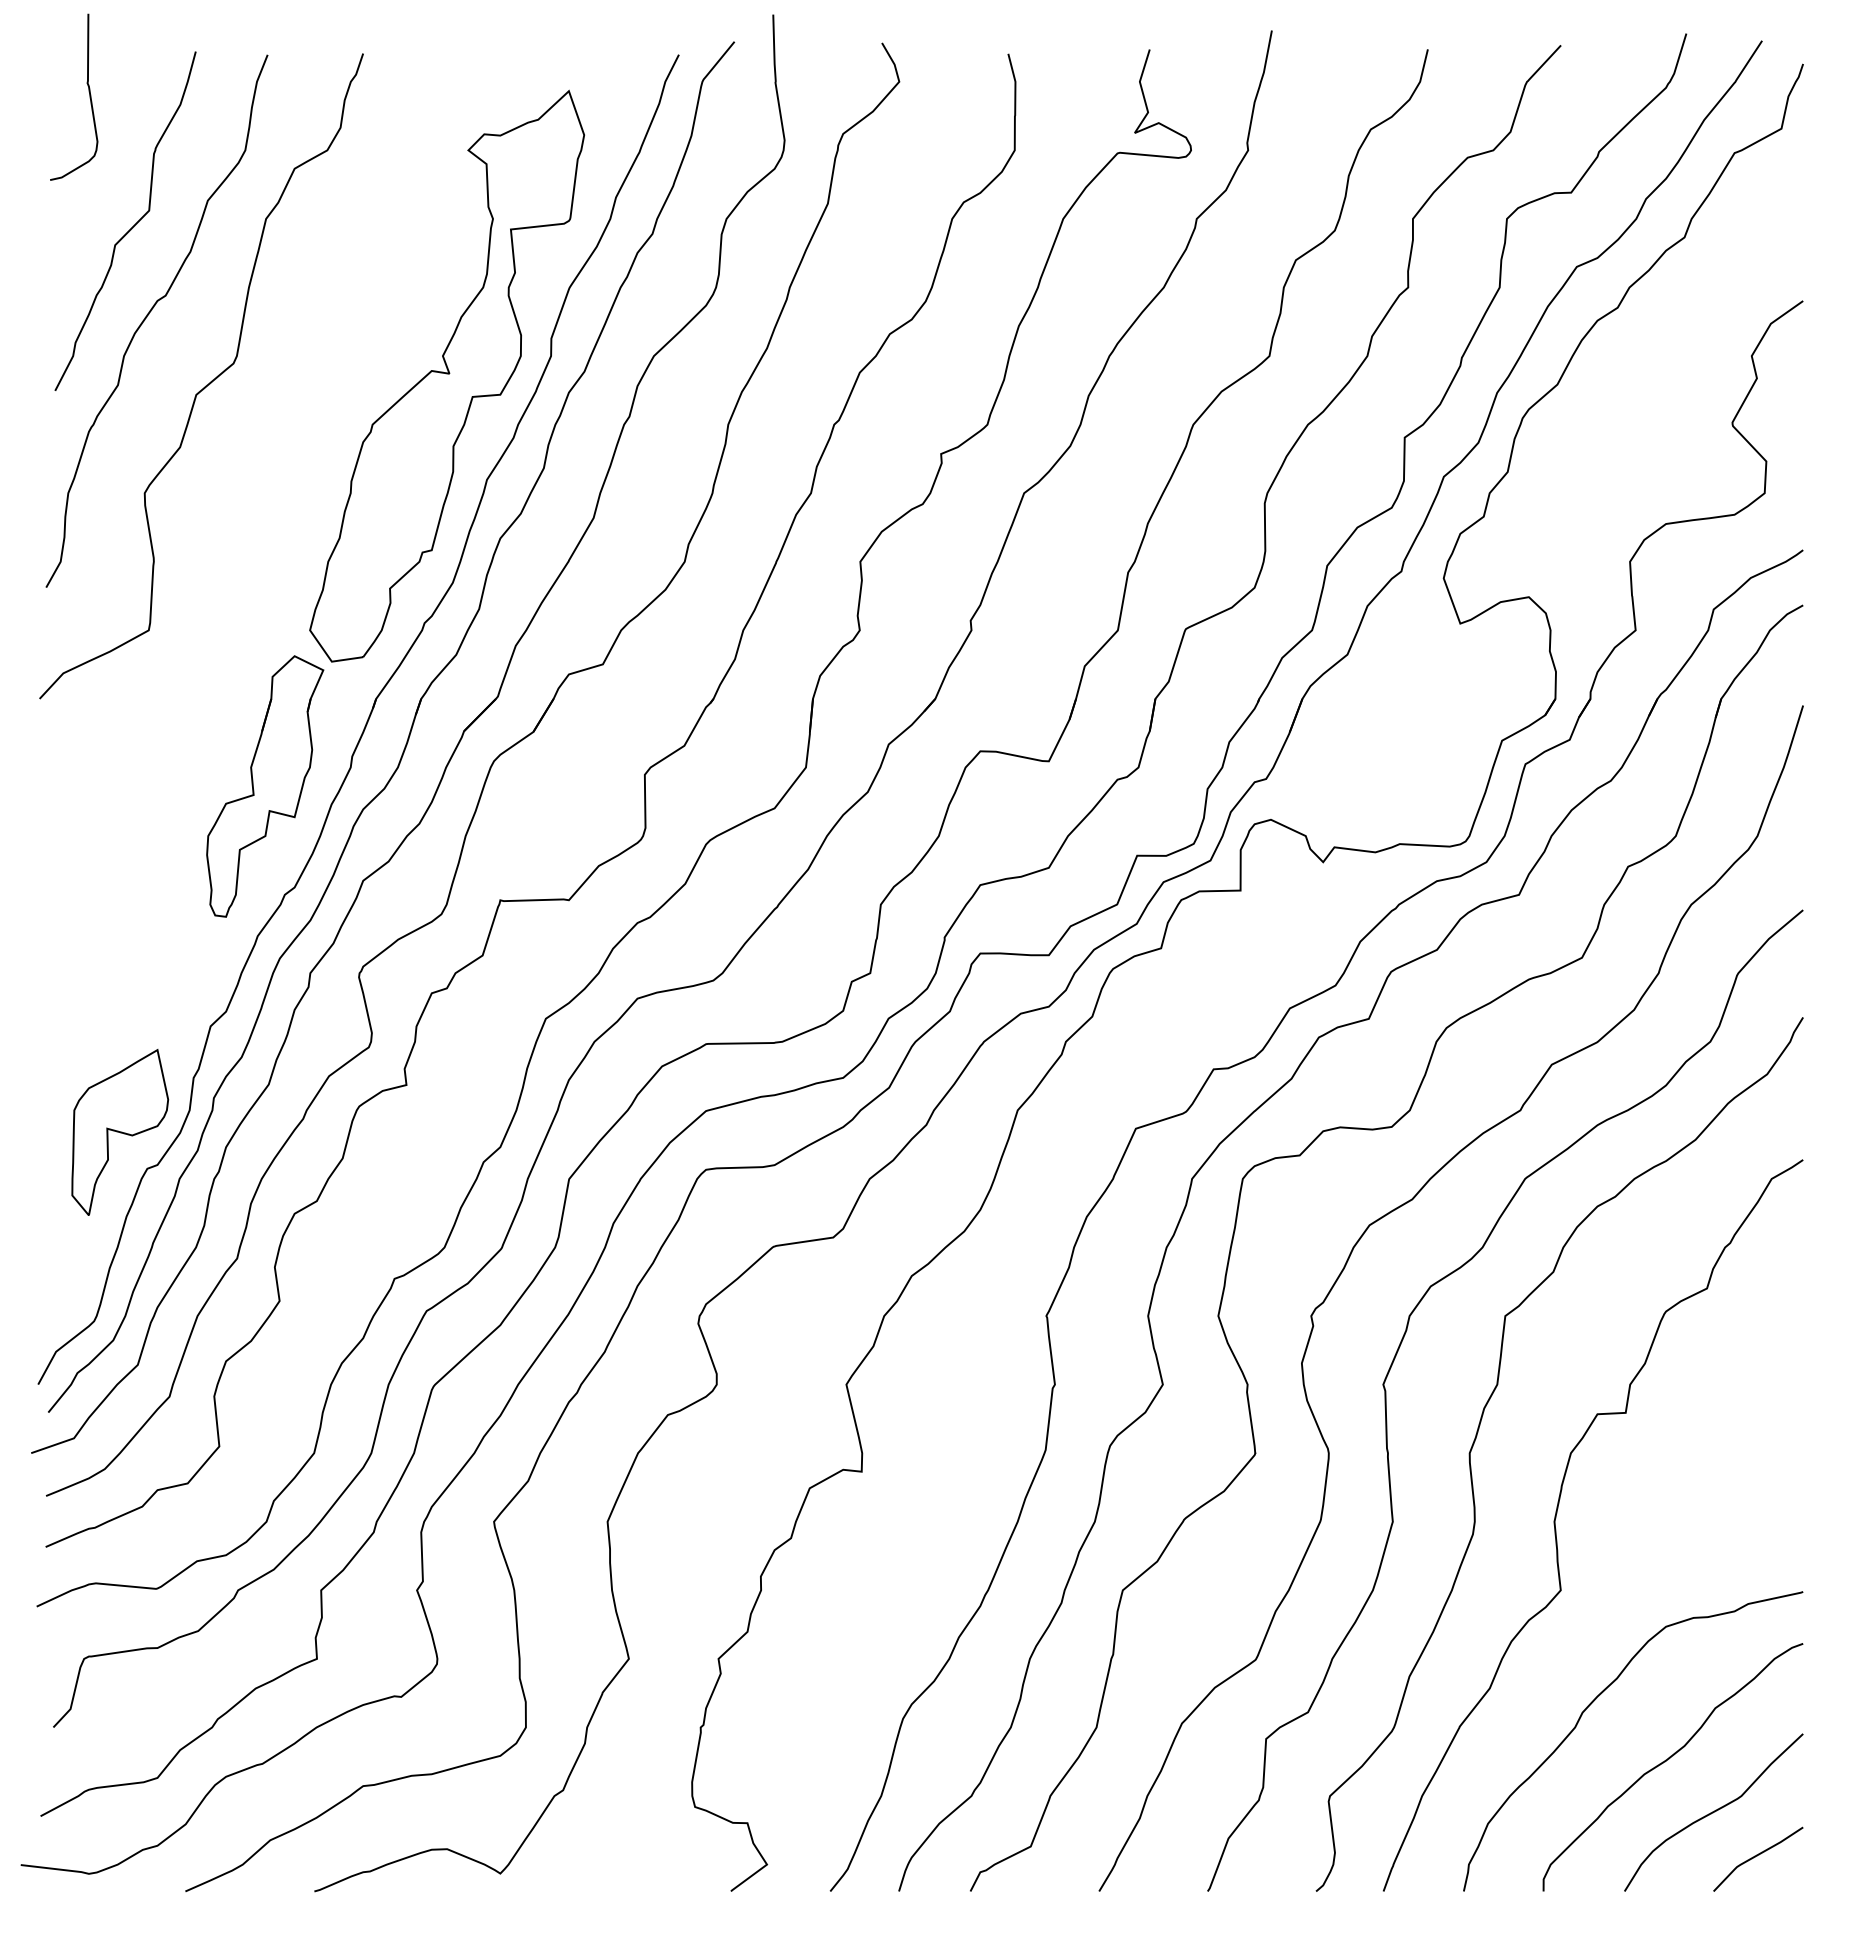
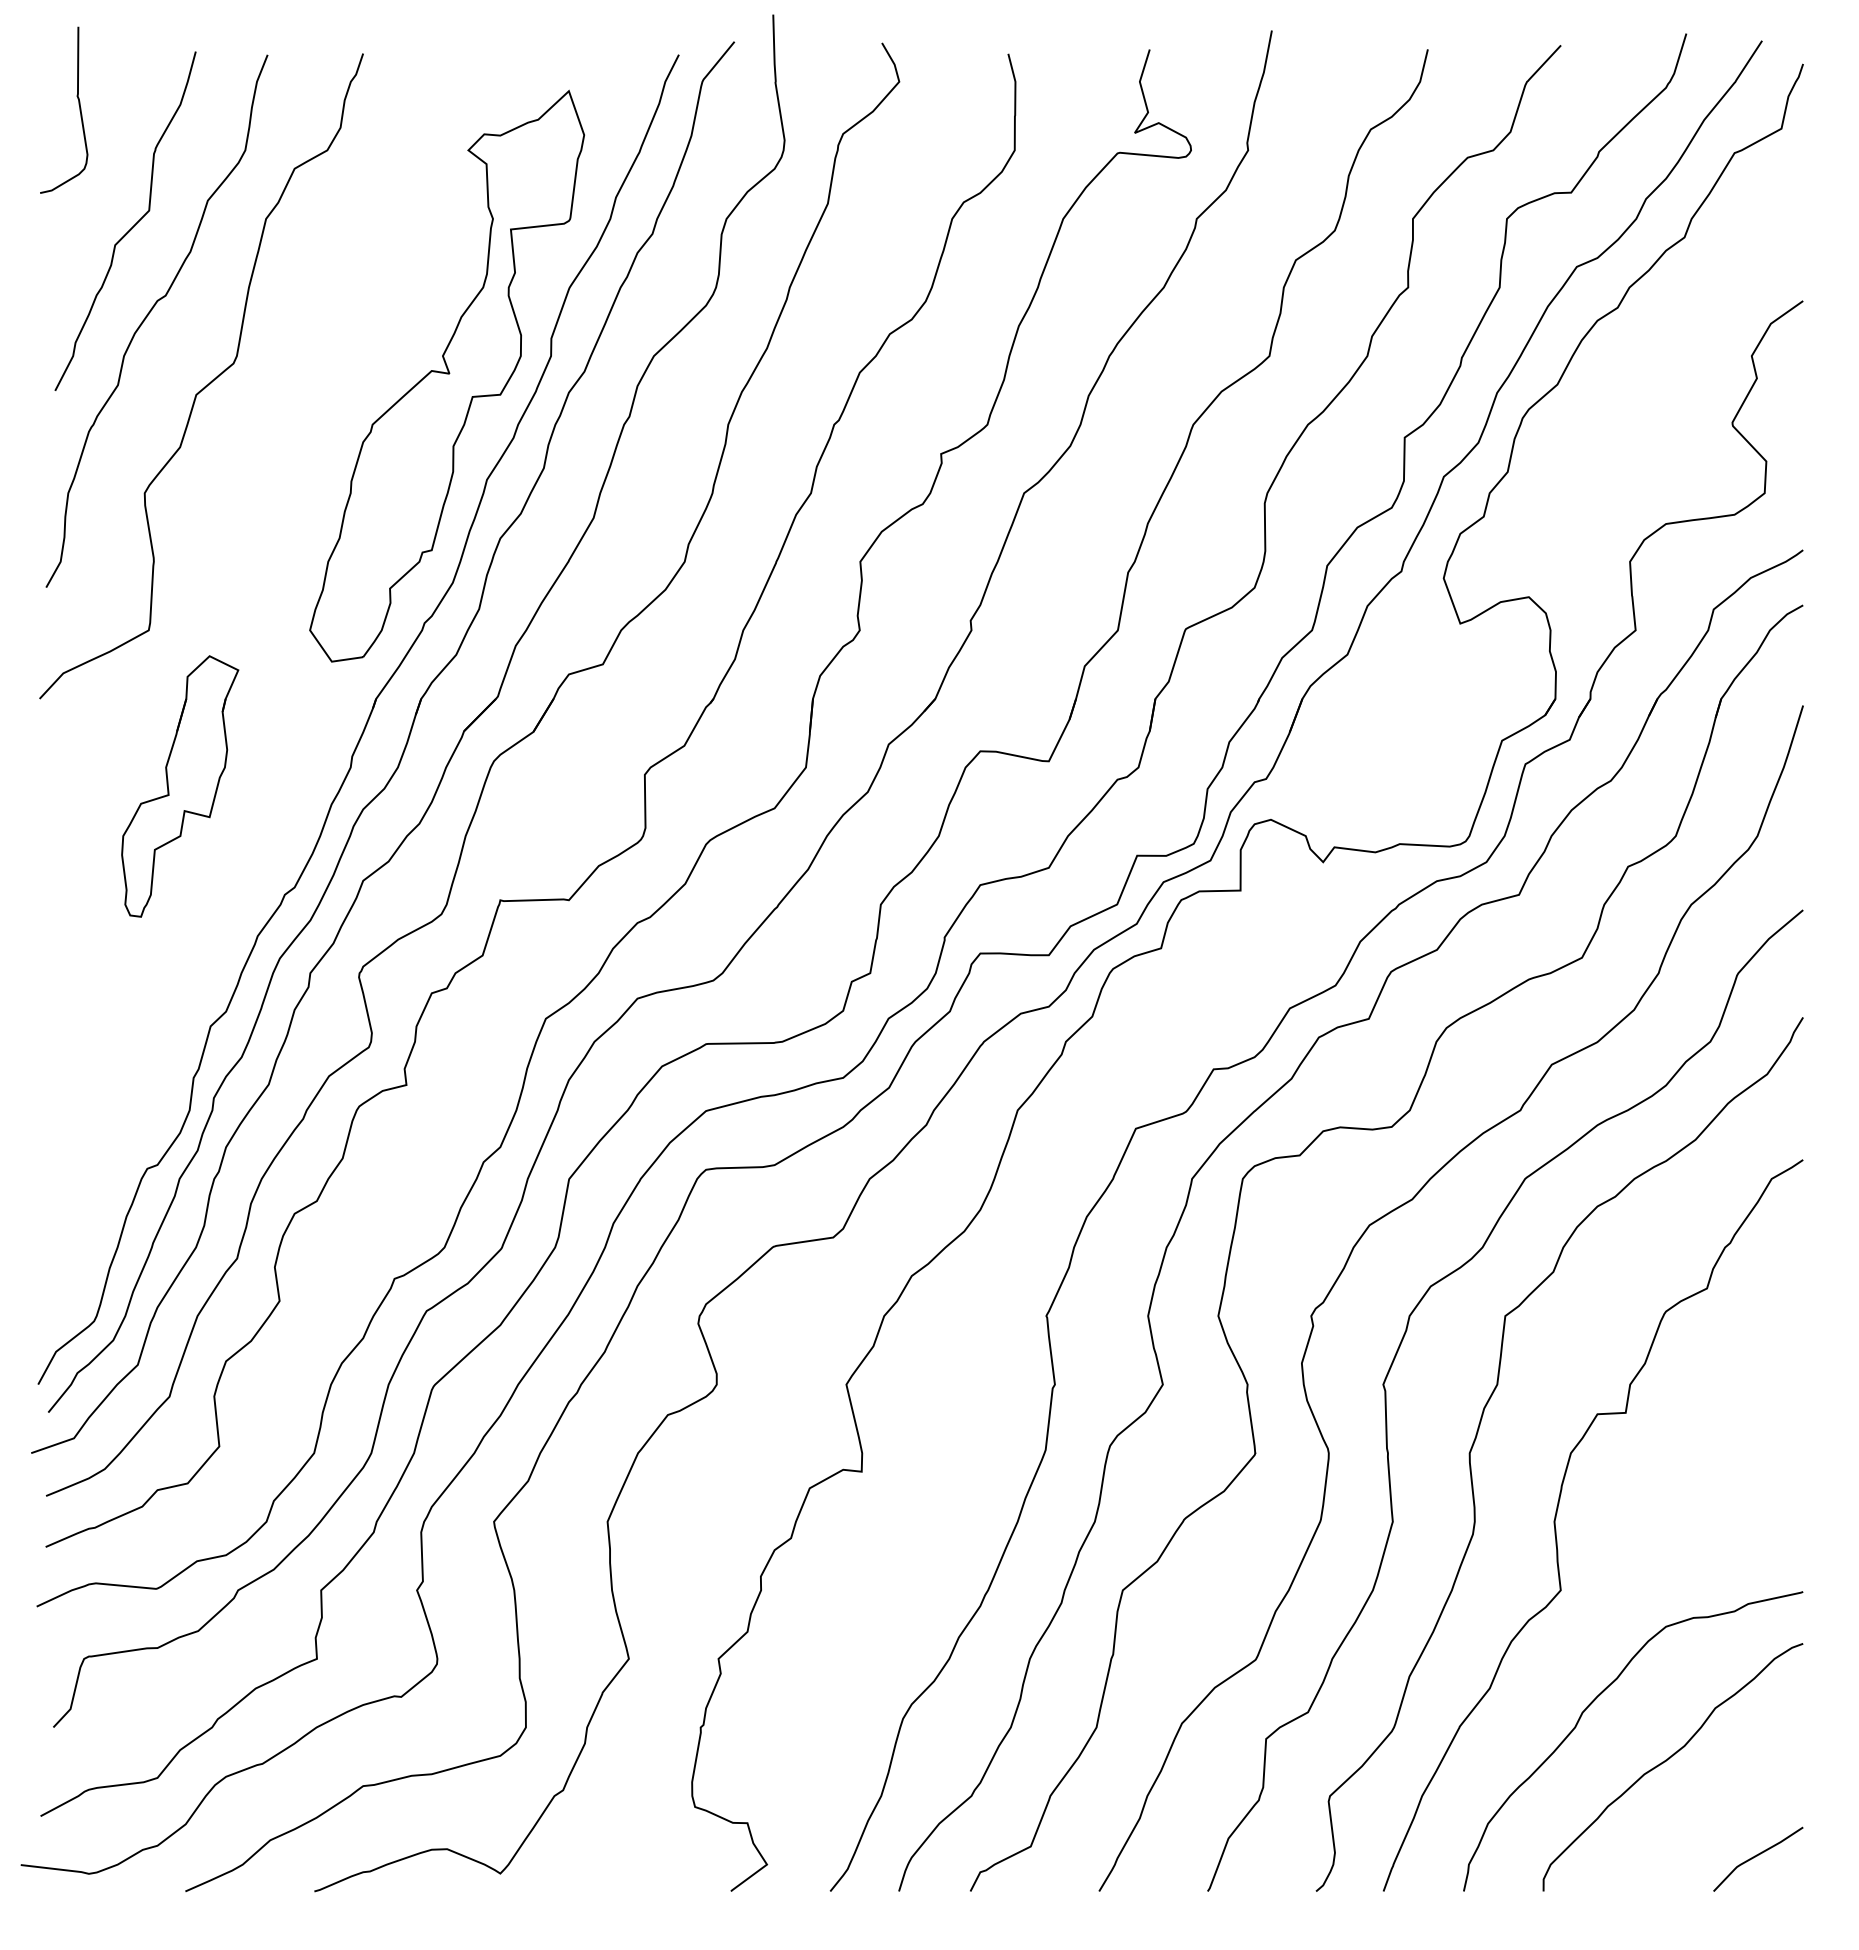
curve at (88, 91) position: (88, 91) -> (78, 104)
part at (265, 786) position: (265, 786) -> (180, 786)
part at (120, 1132): present -> none
curve at (1713, 1812): present -> none
